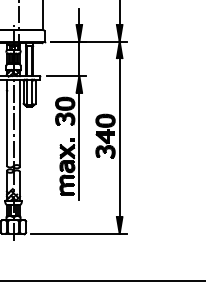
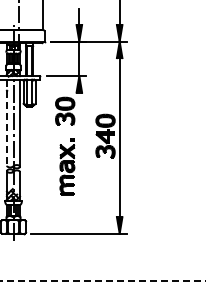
line at (6, 122): solid -> dashed
line at (79, 145): present -> none
line at (103, 281): solid -> dashed
